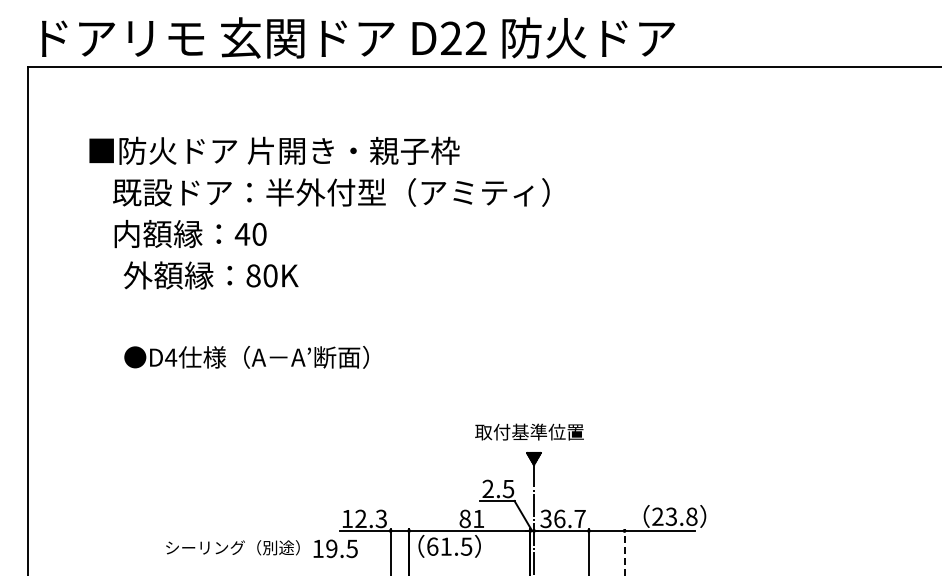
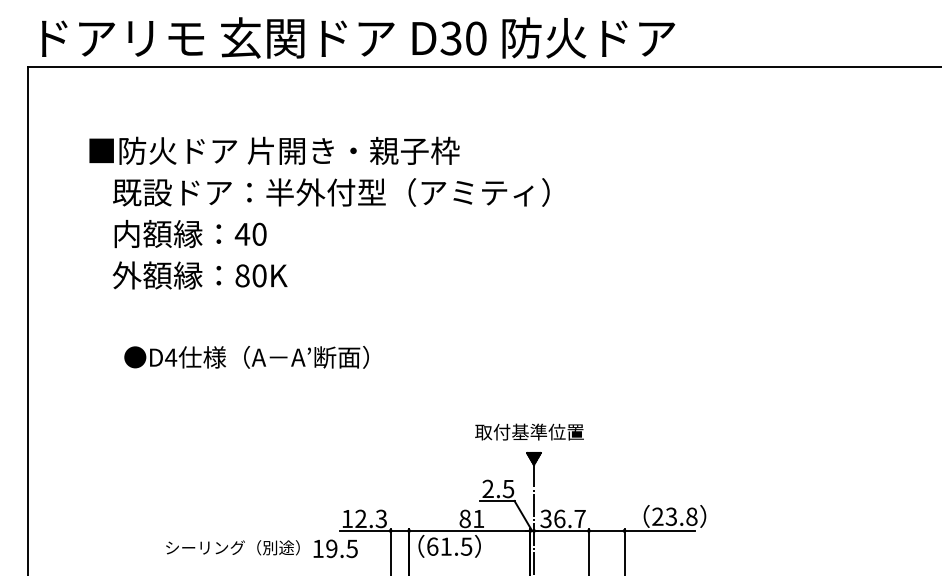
text at (463, 38): D22 -> D30
text at (210, 275) position: (210, 275) -> (199, 275)
line at (624, 552): dashed -> solid
